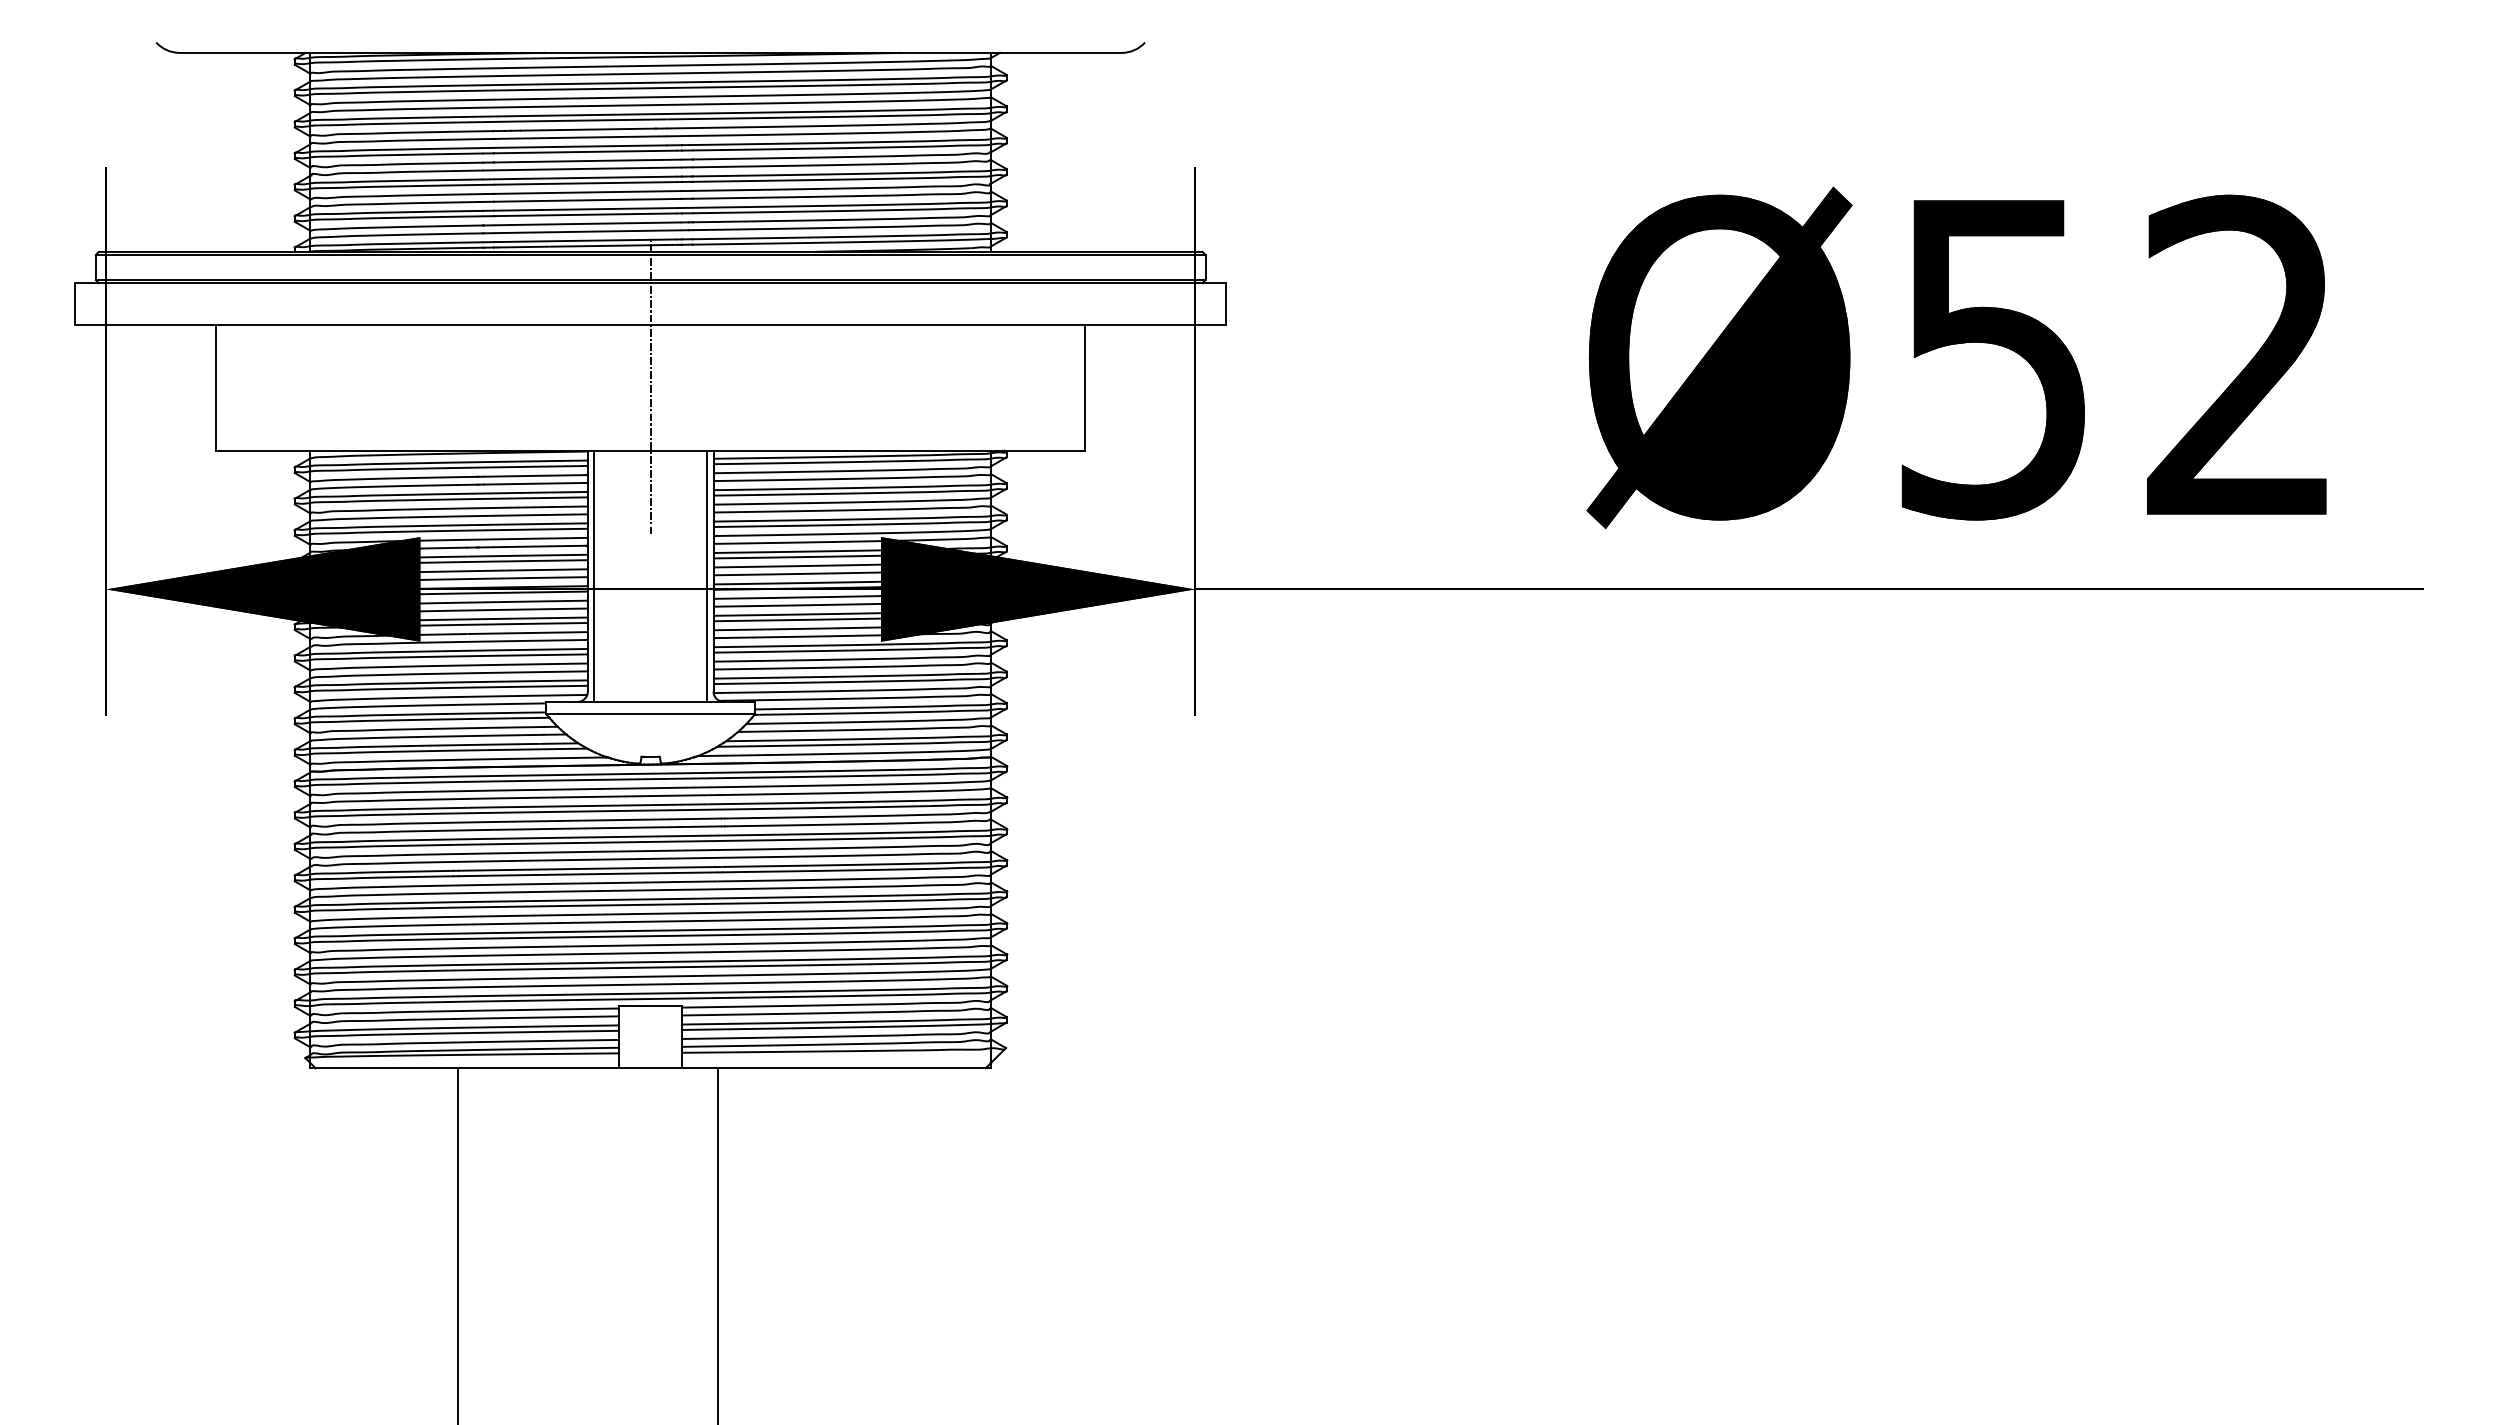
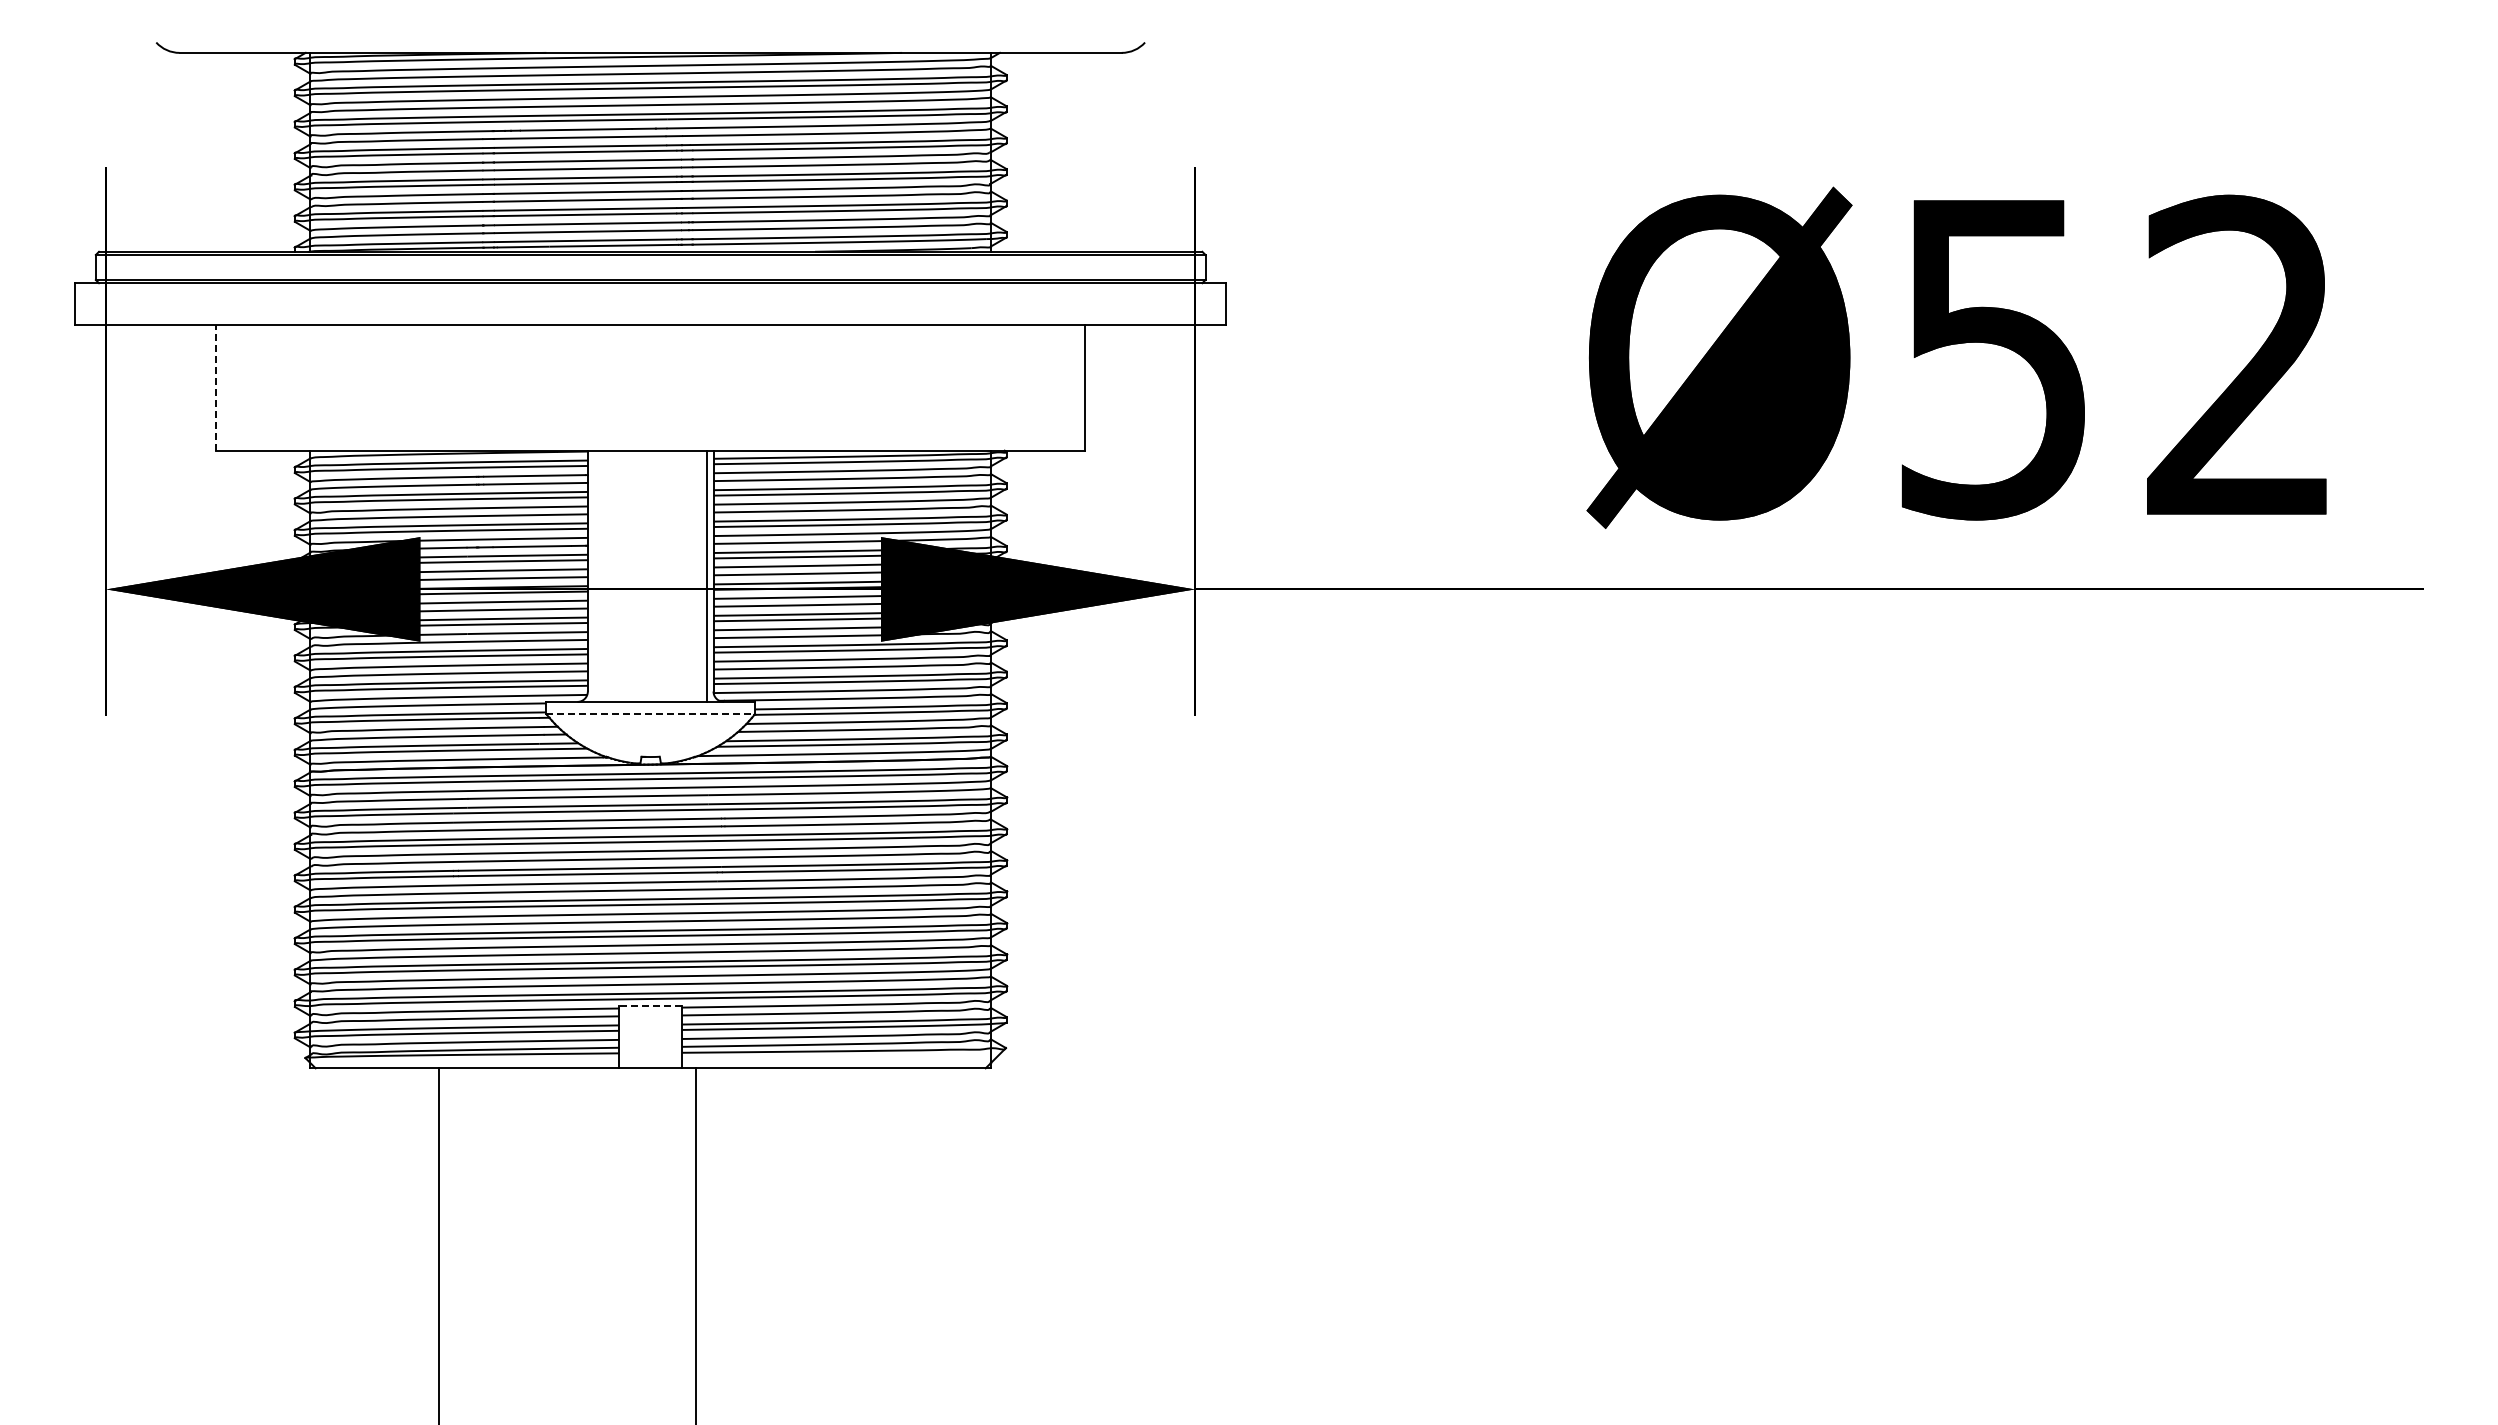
line at (216, 387): solid -> dashed
line at (650, 387): present -> none
line at (594, 575): present -> none
line at (650, 713): solid -> dashed
line at (650, 1005): solid -> dashed
line at (458, 1244) position: (458, 1244) -> (439, 1244)
line at (717, 1244) position: (717, 1244) -> (695, 1244)
